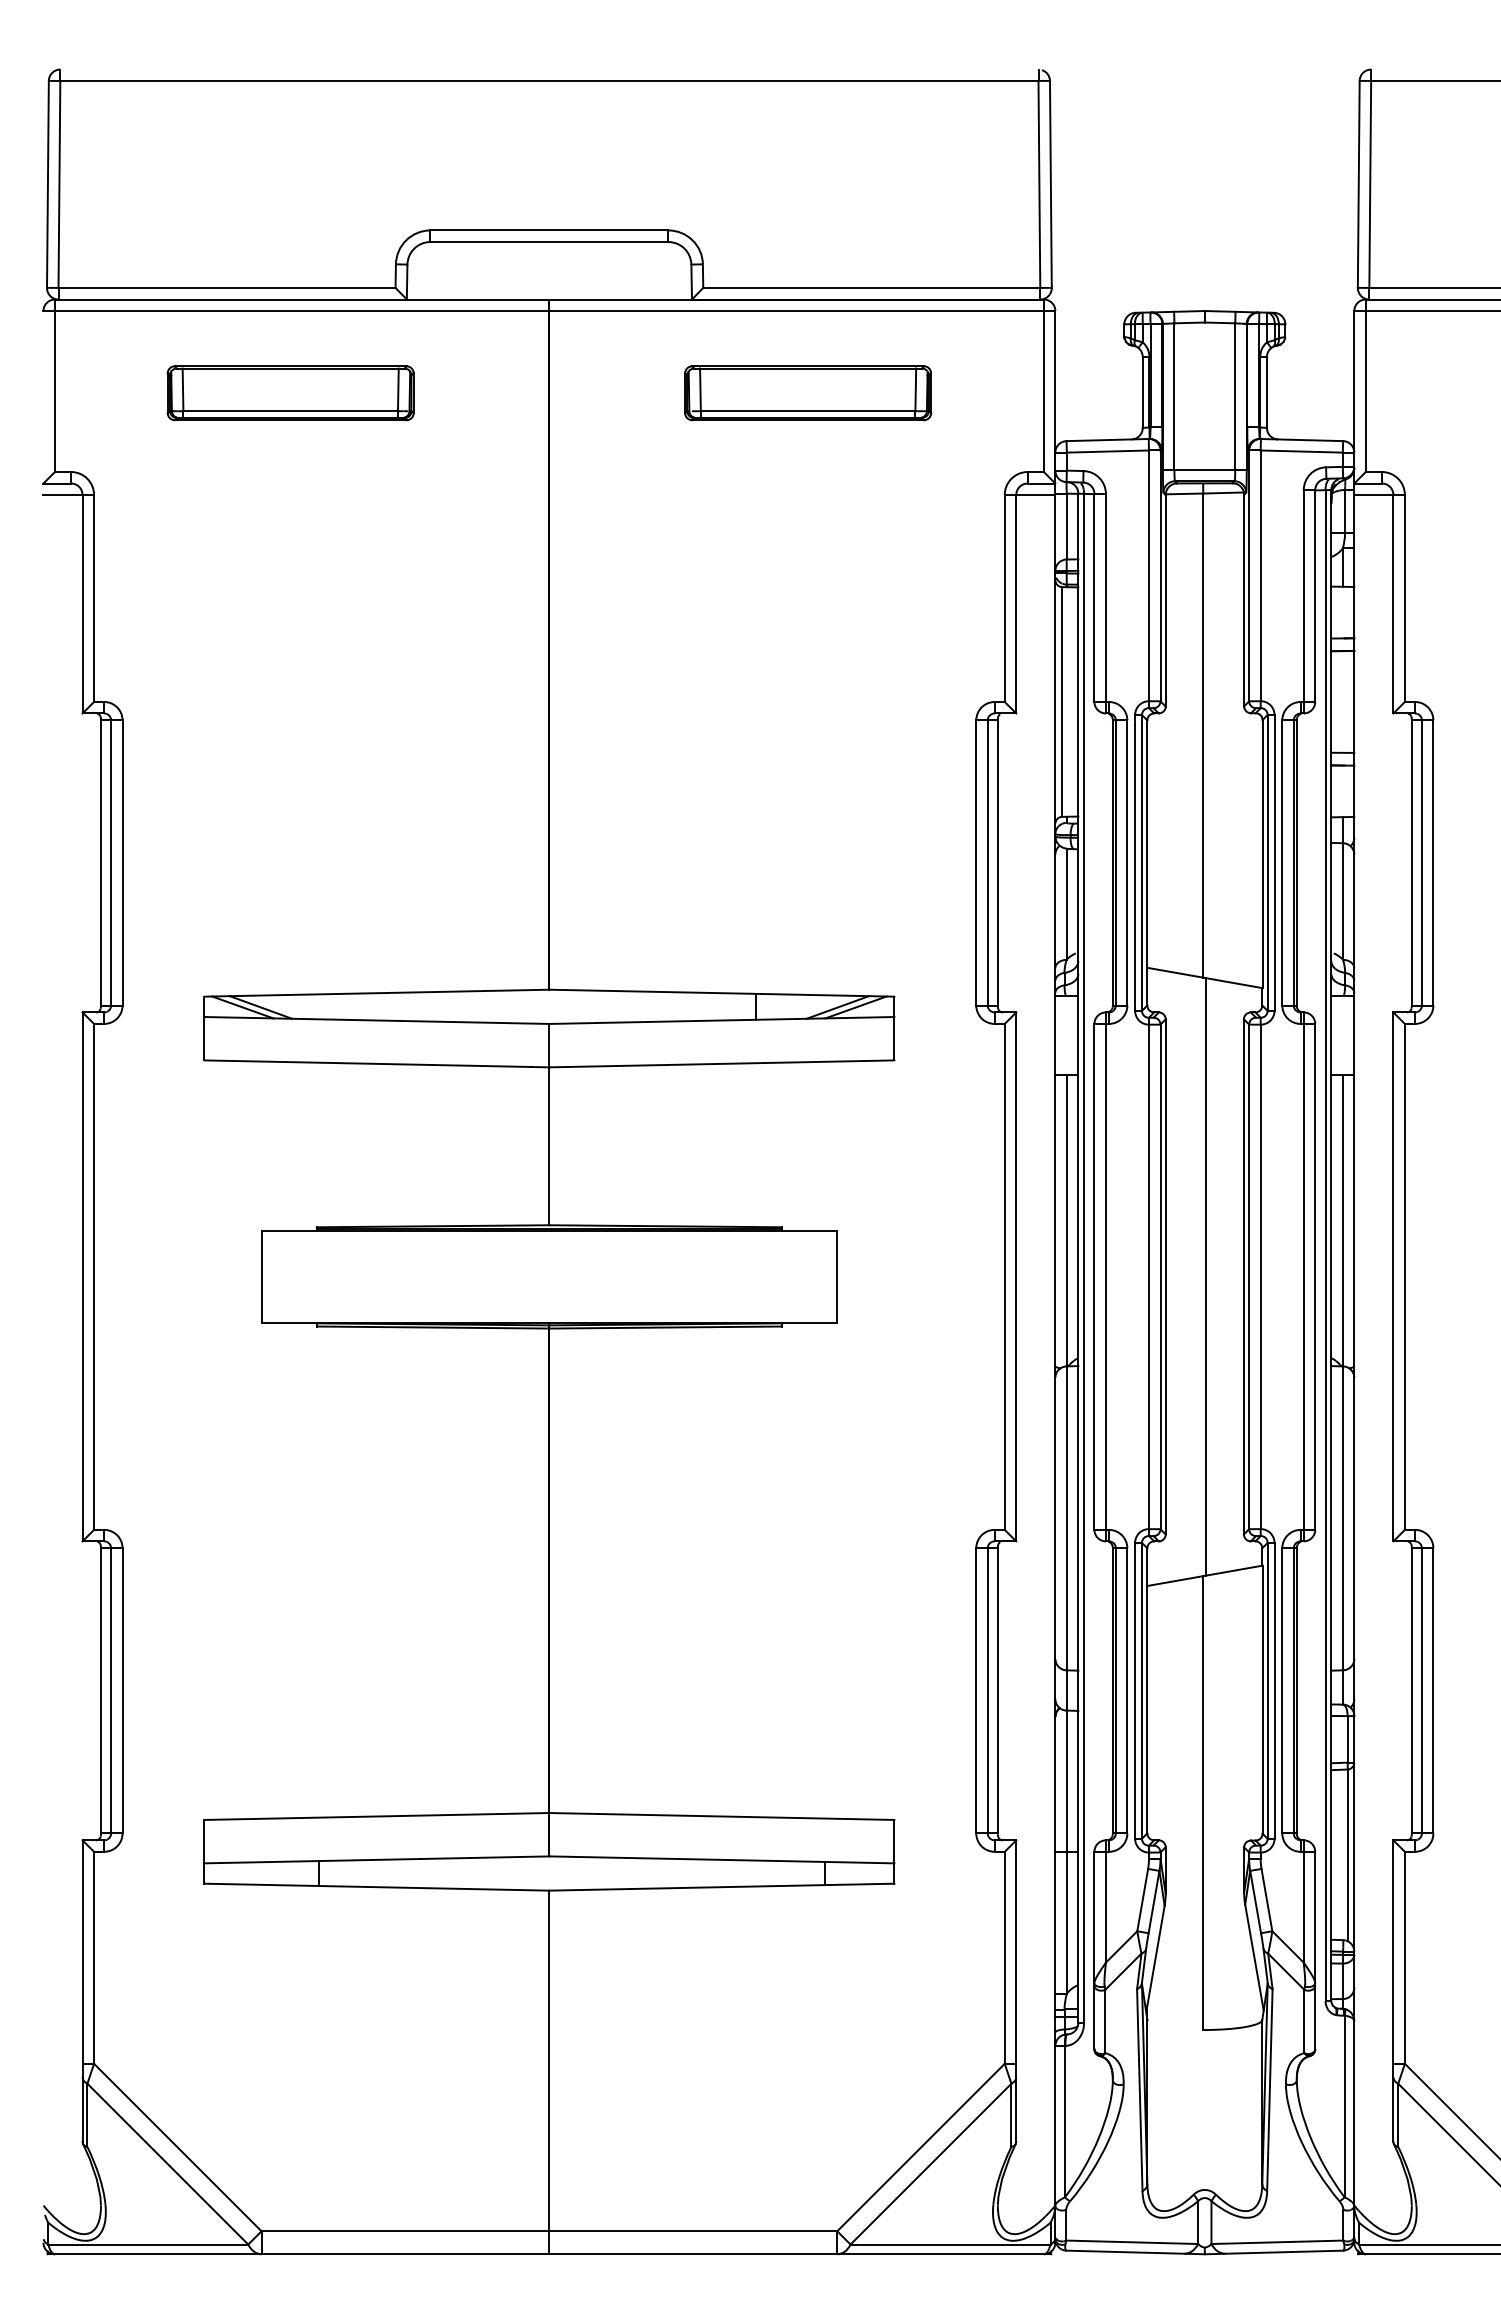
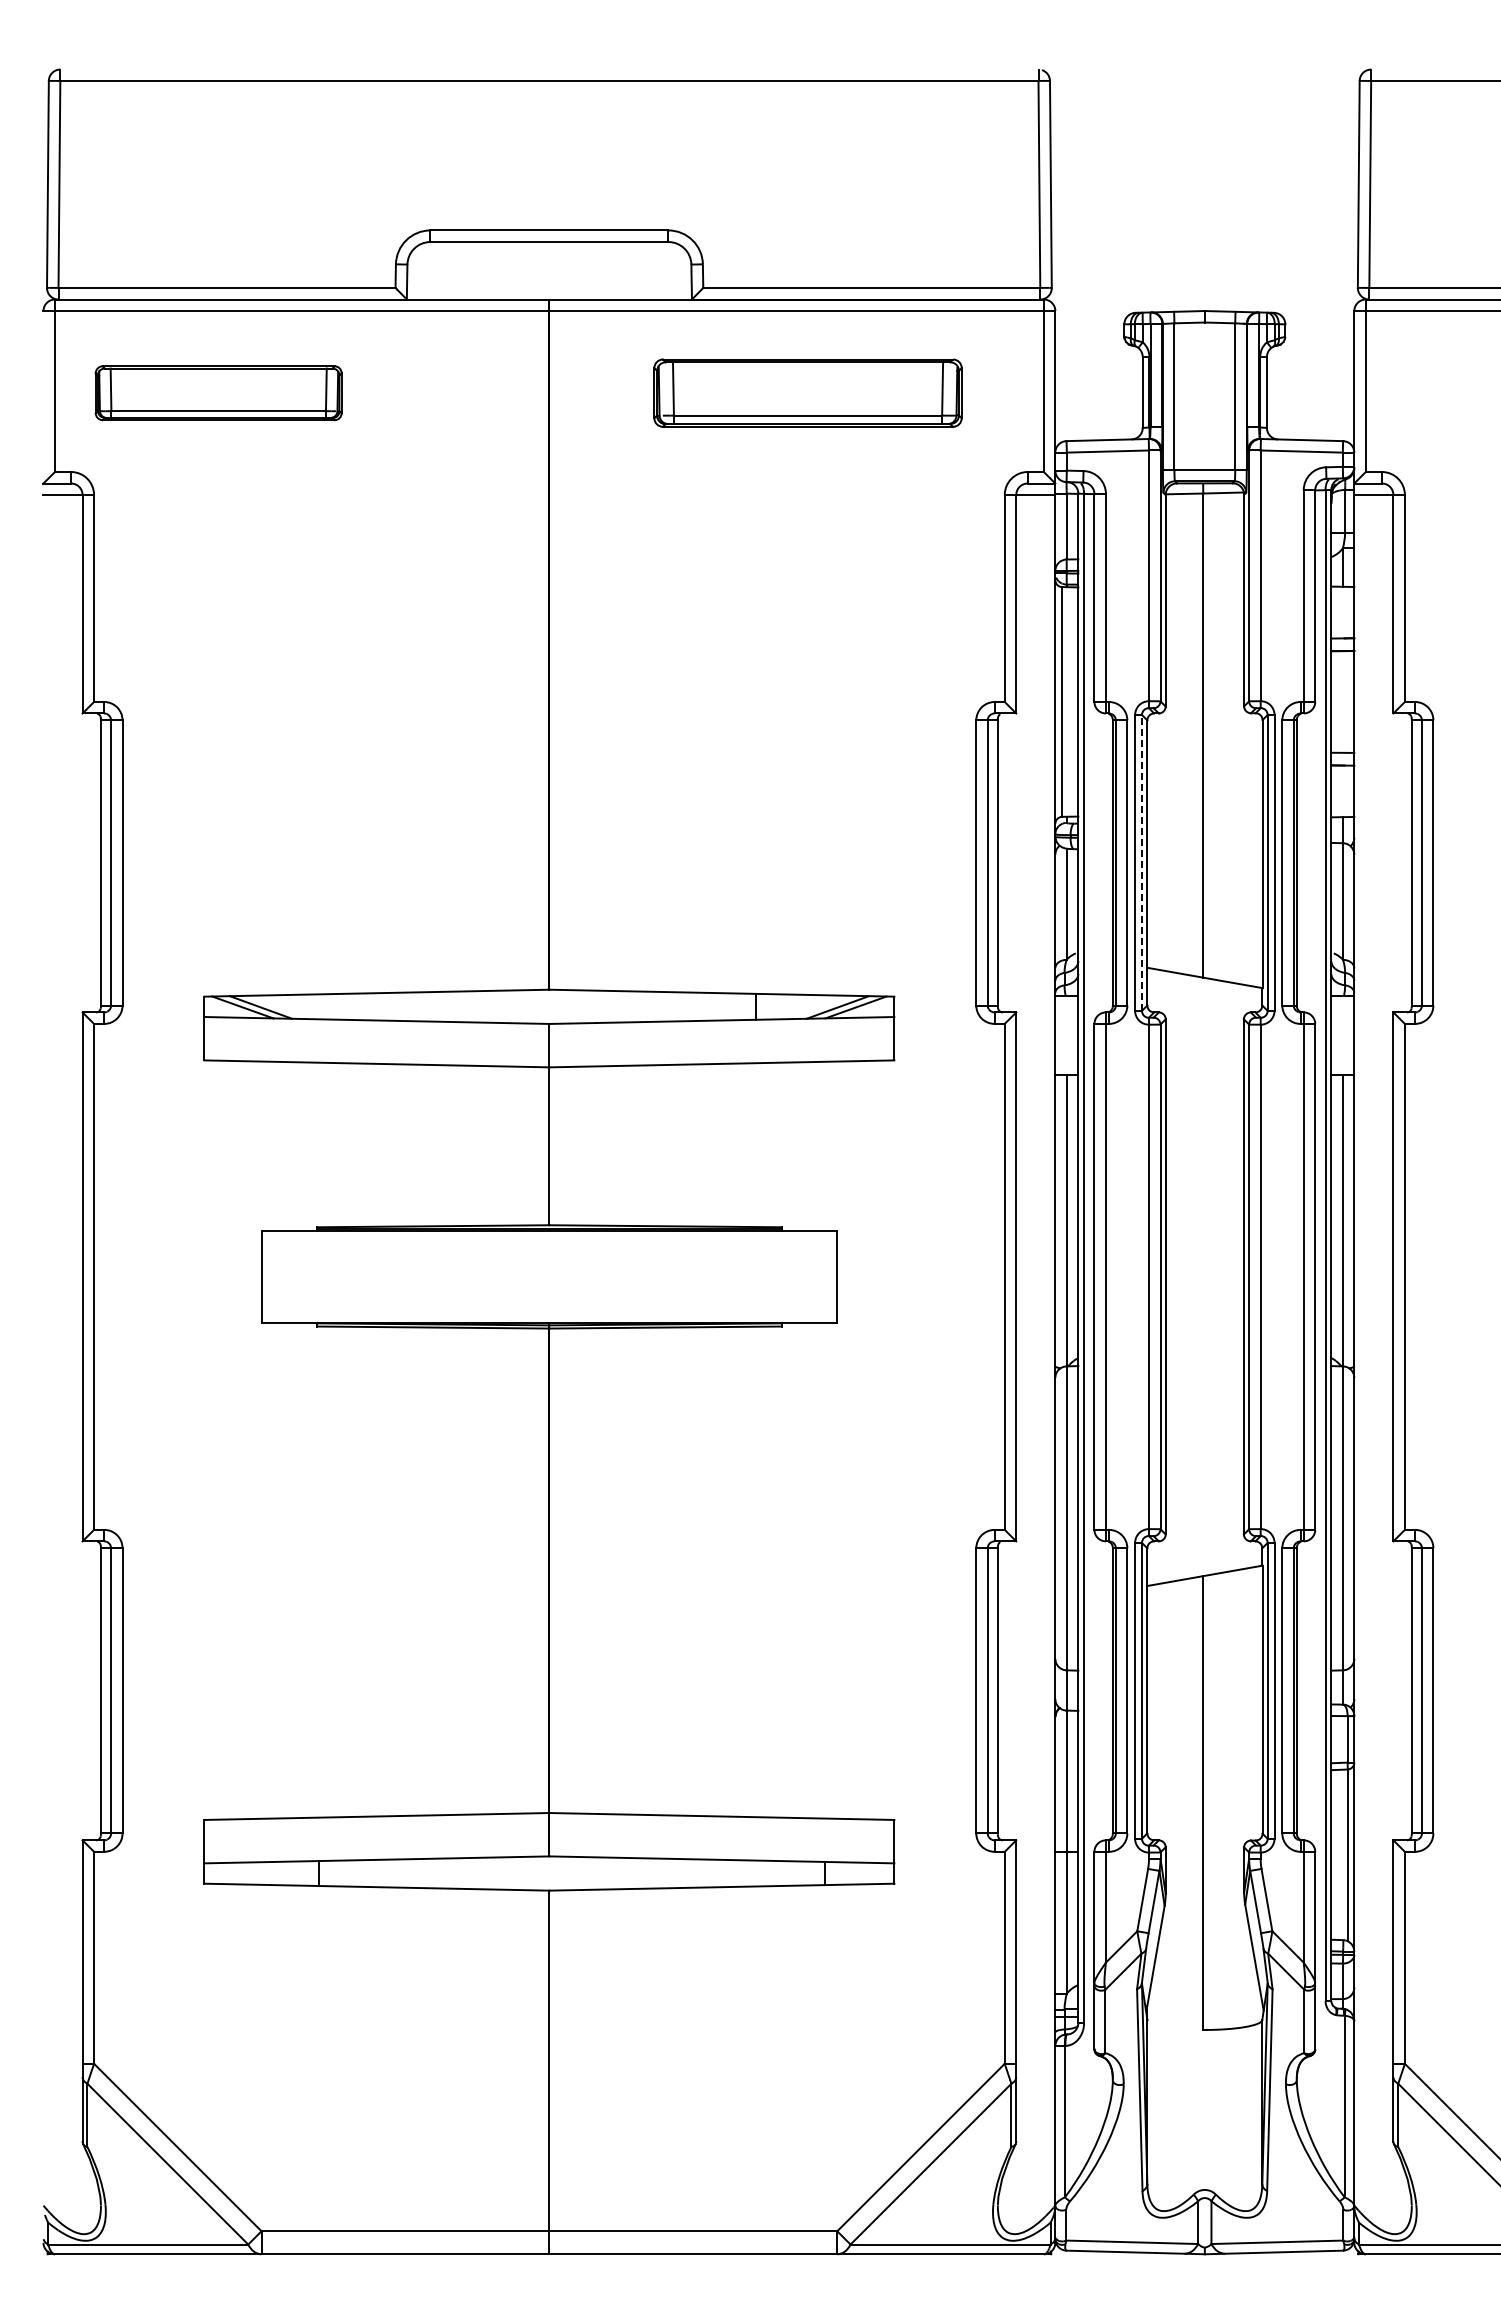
part at (290, 393) position: (290, 393) -> (218, 393)
part at (808, 393) size: 249x57 px -> 310x70 px
line at (1141, 862): solid -> dashed
line at (1206, 1276): present -> none
